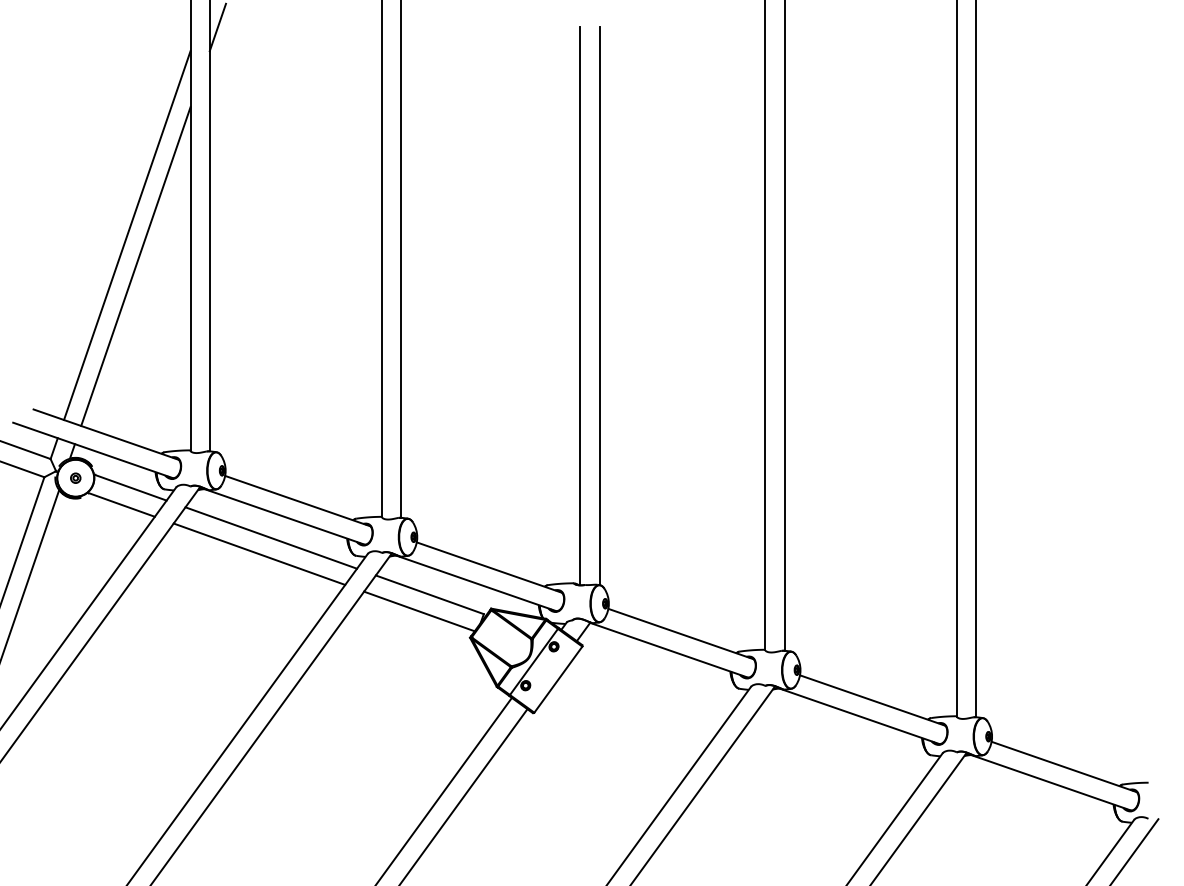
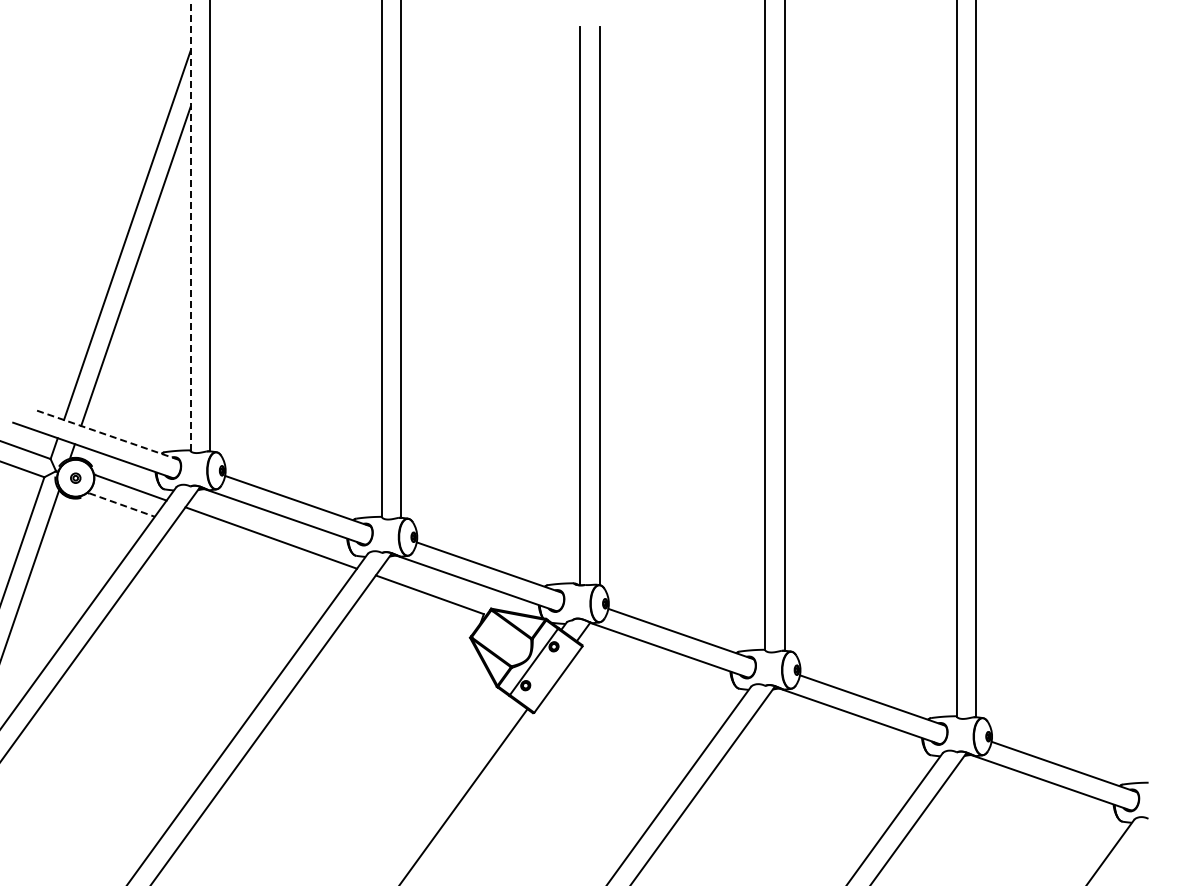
line at (217, 27): present -> none
line at (190, 225): solid -> dashed
line at (106, 434): solid -> dashed
line at (122, 505): solid -> dashed
line at (259, 553): present -> none
line at (419, 611): present -> none
line at (444, 789): present -> none
line at (1135, 850): present -> none
